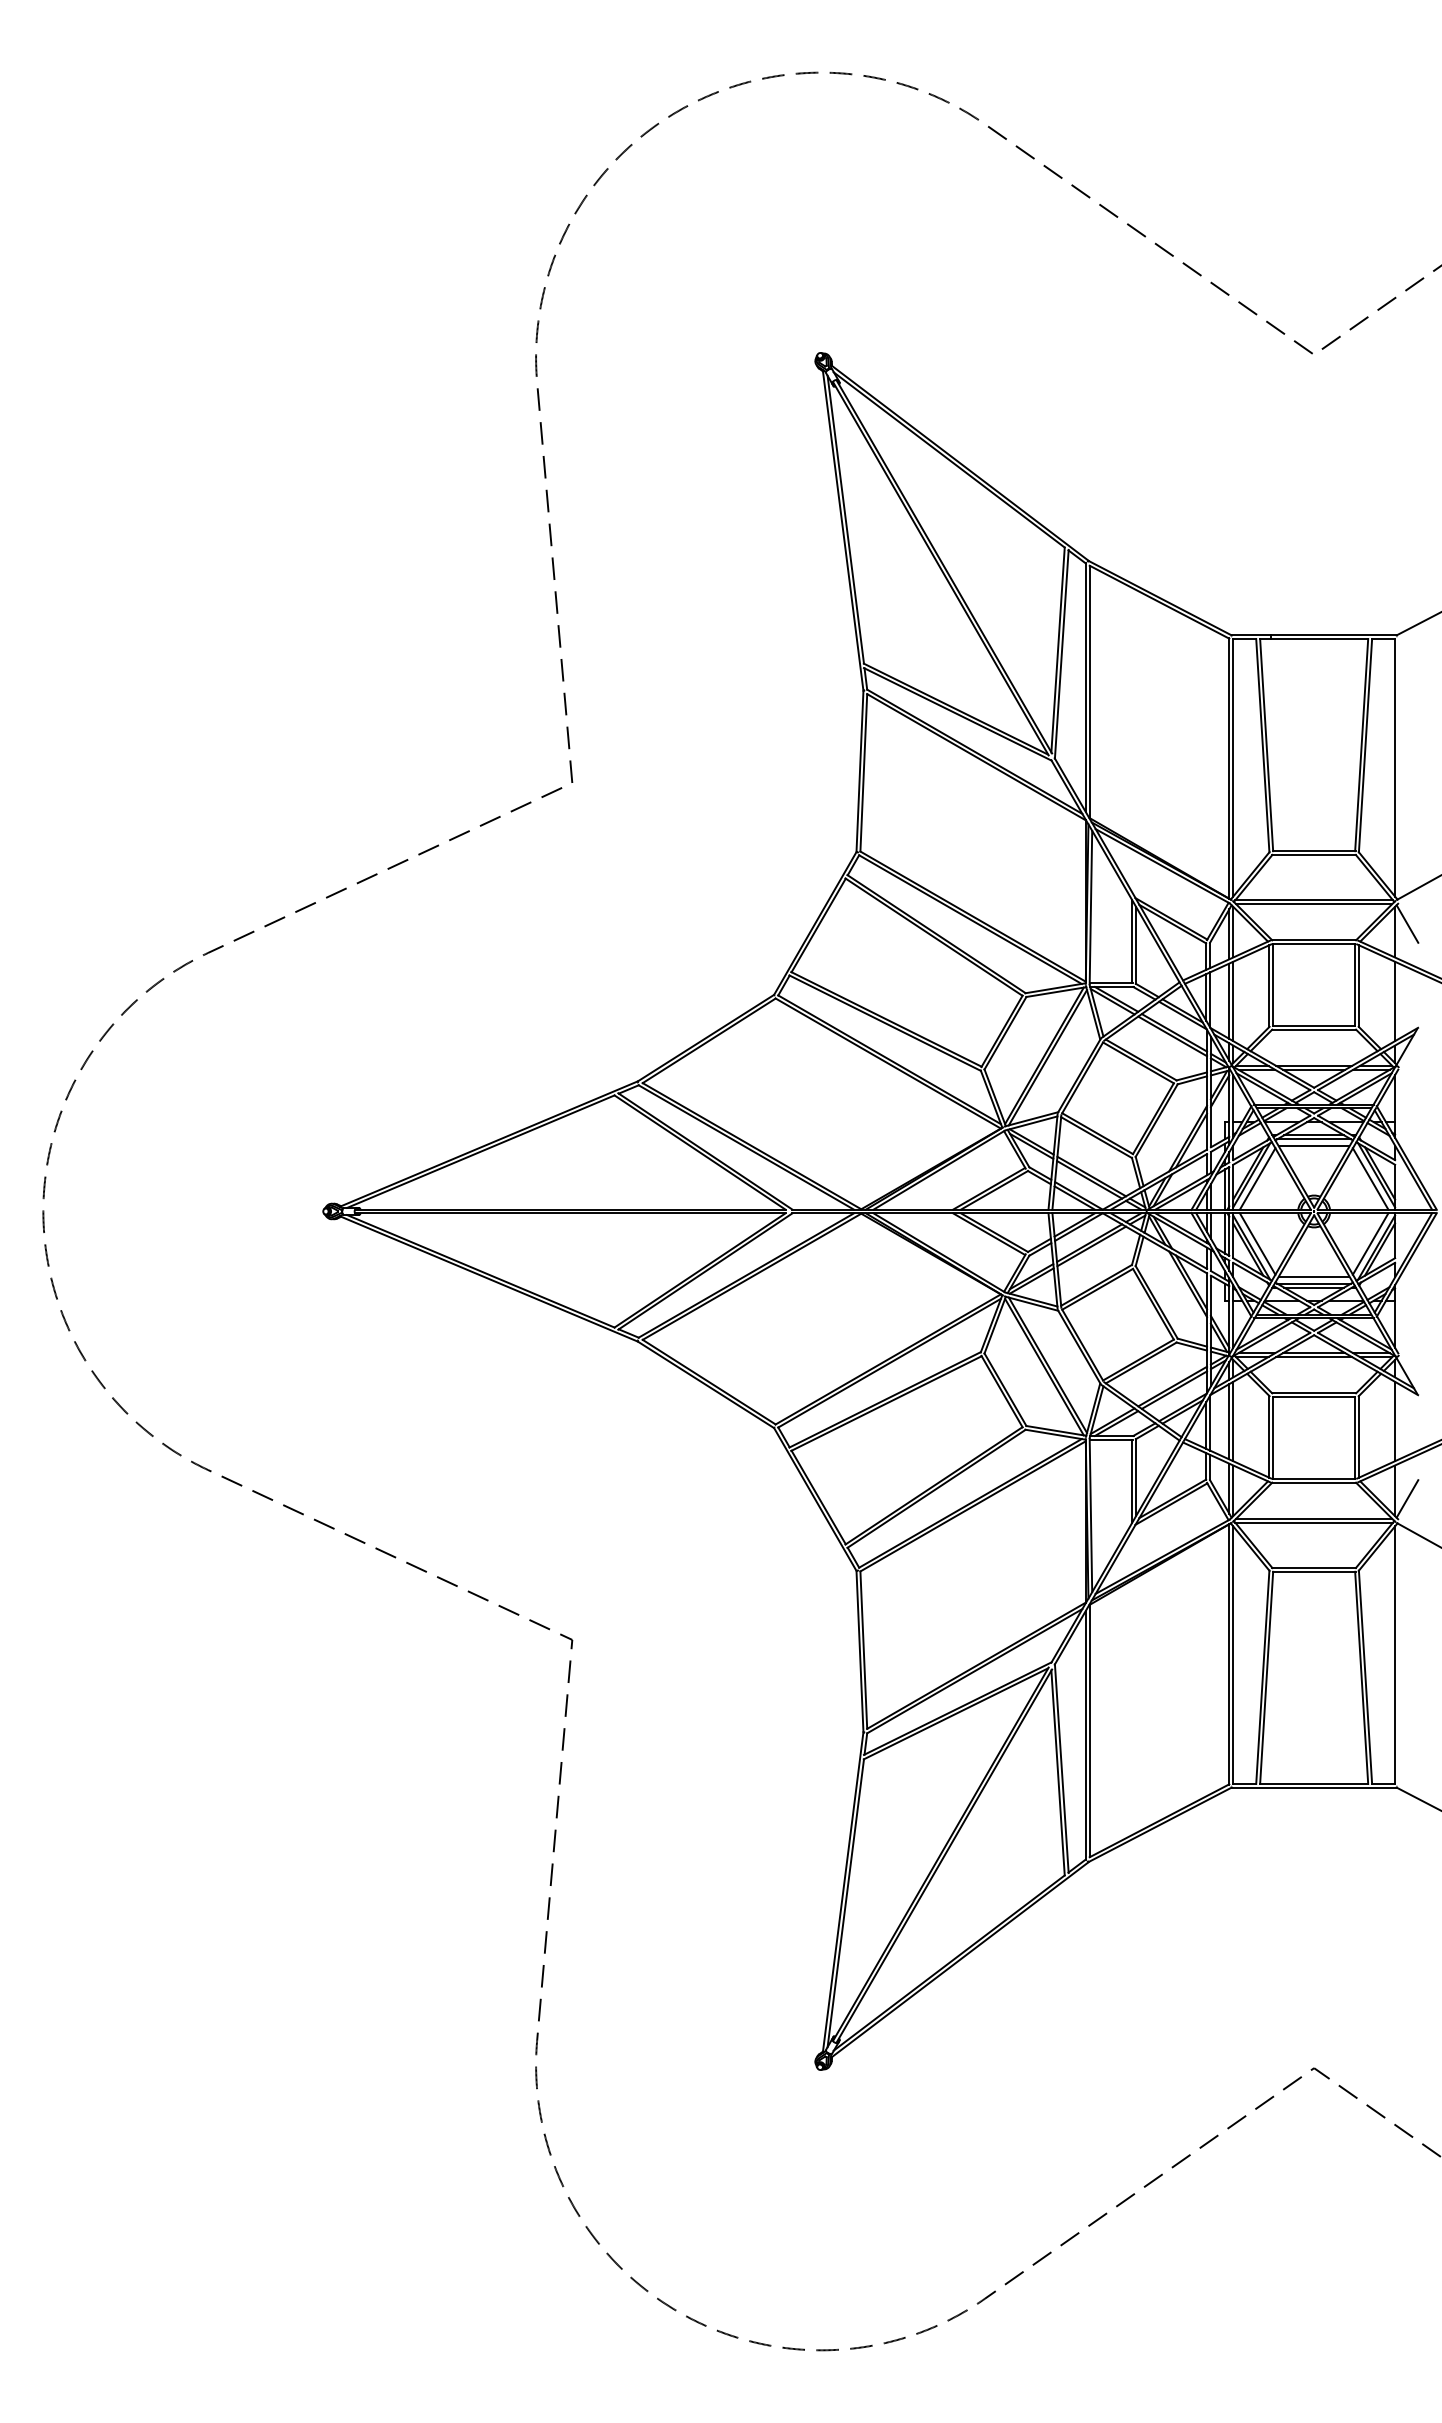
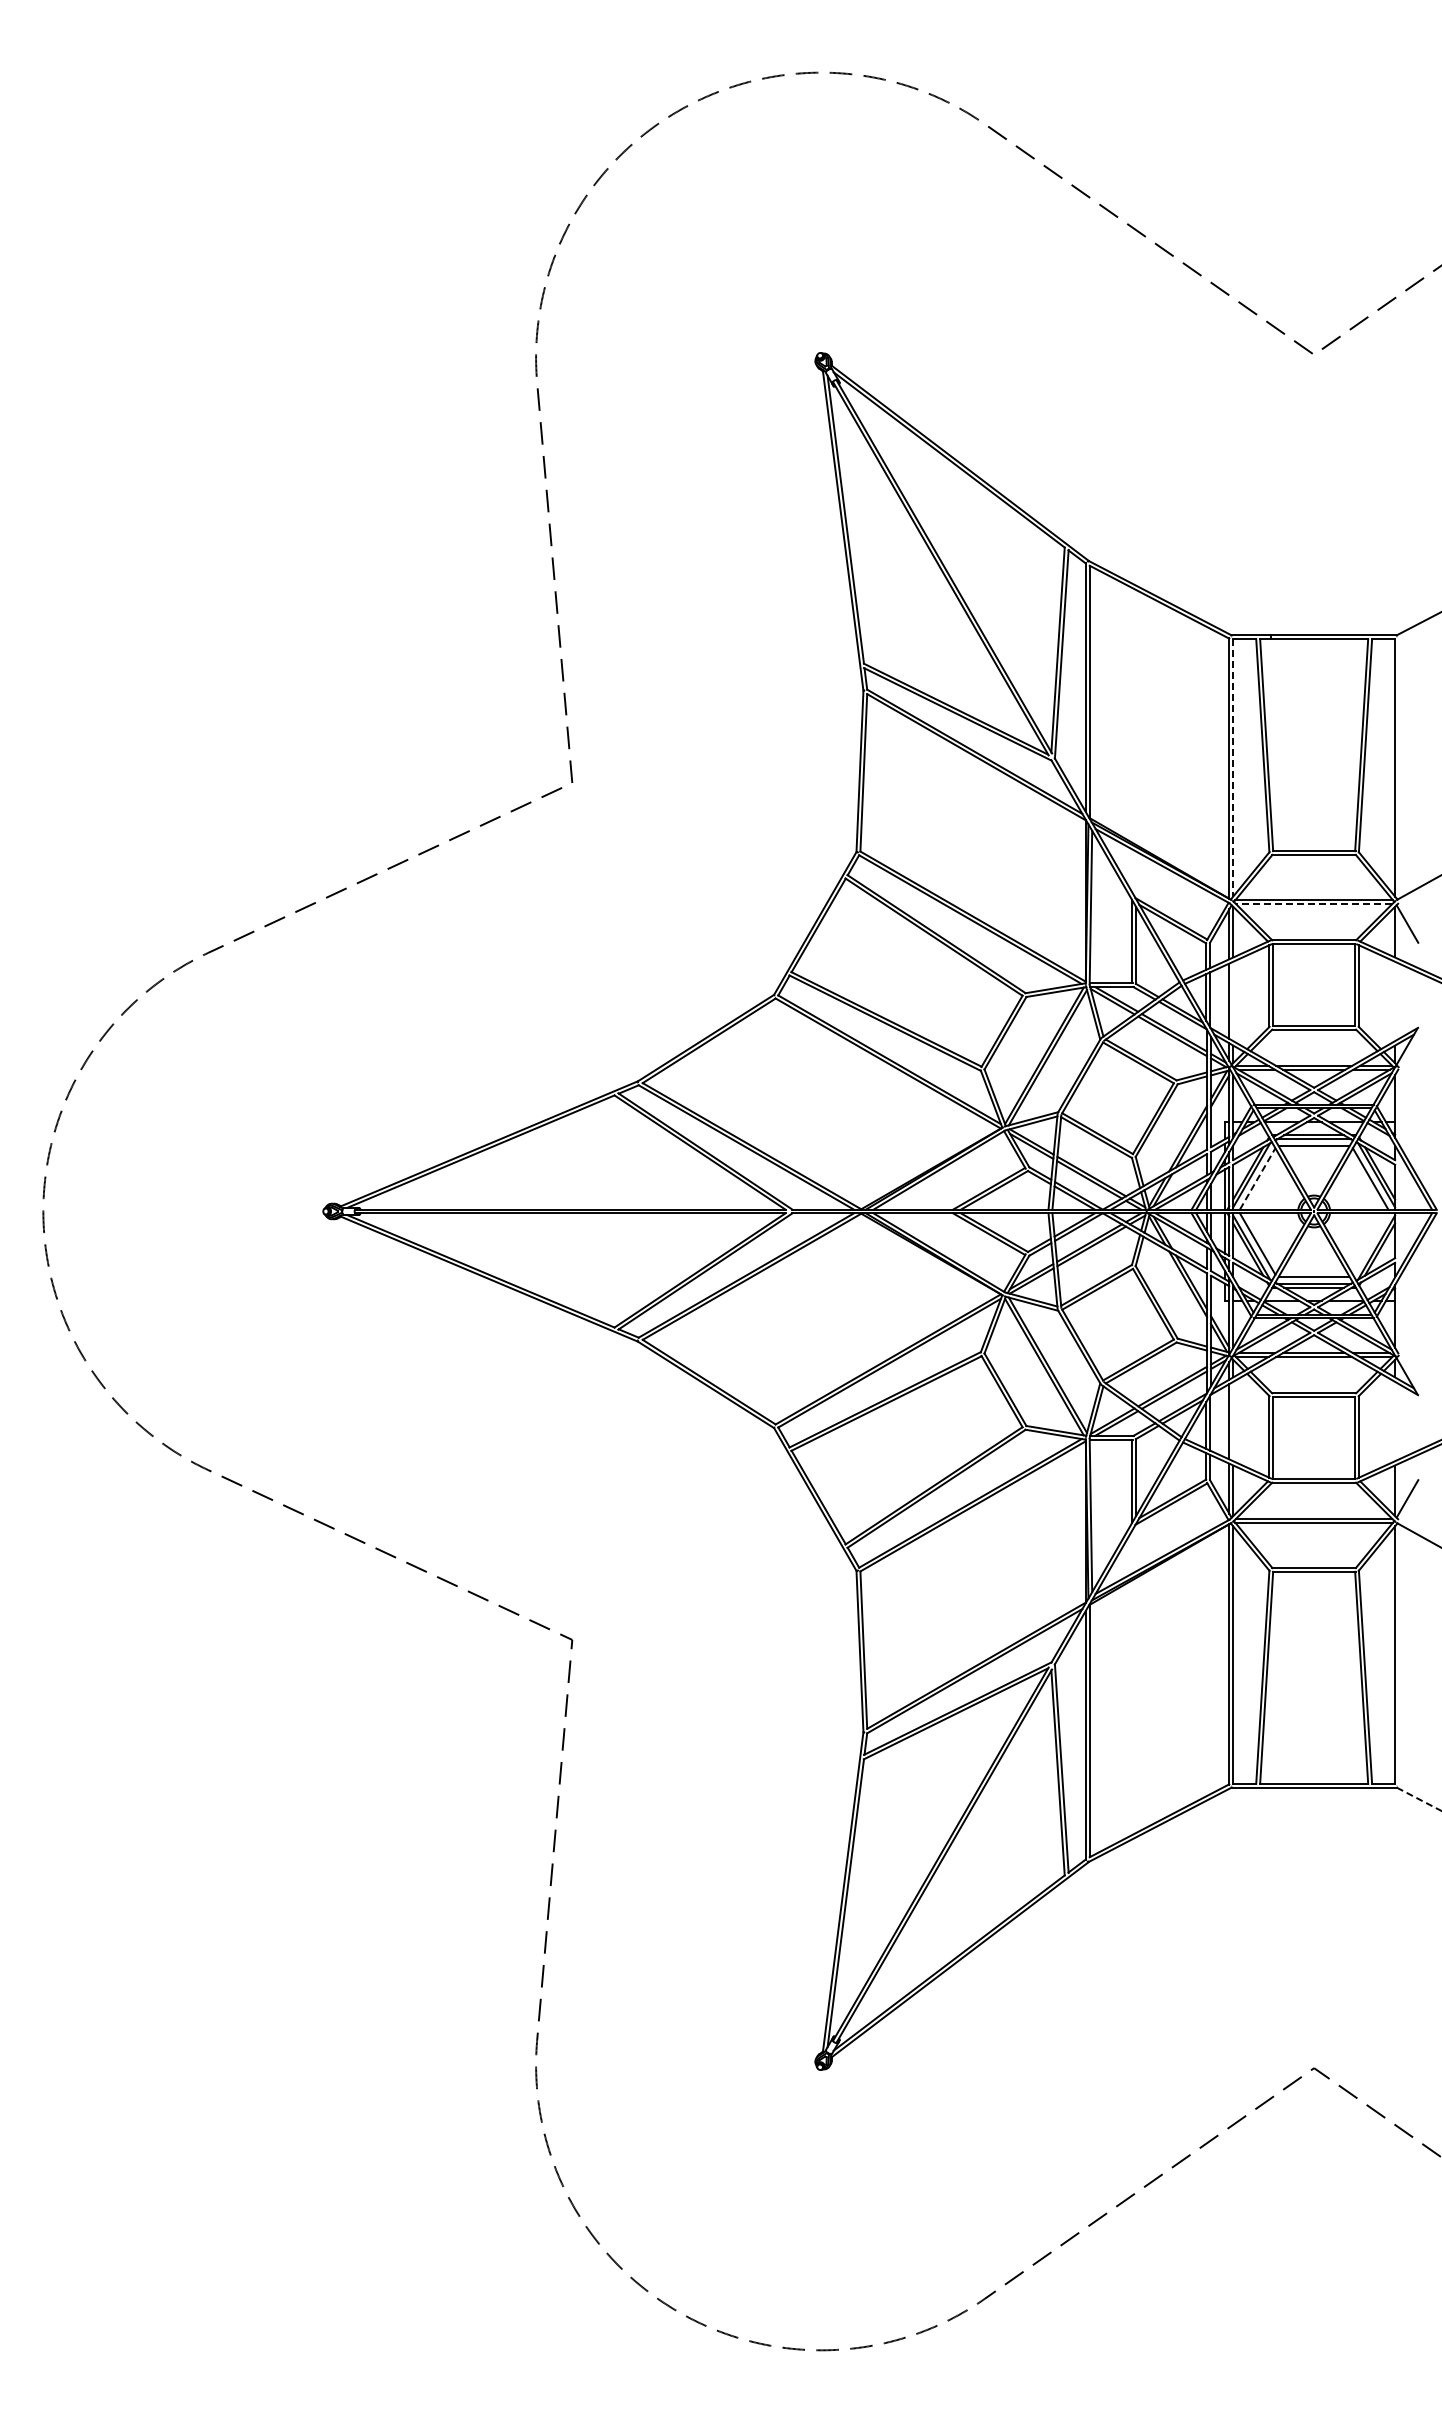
line at (1233, 768): solid -> dashed
line at (1313, 904): solid -> dashed
line at (1233, 1001): present -> none
line at (1395, 1001): present -> none
line at (1257, 1178): solid -> dashed
line at (1370, 1243): present -> none
line at (1233, 1421): present -> none
line at (1395, 1421): present -> none
line at (1418, 1799): solid -> dashed
